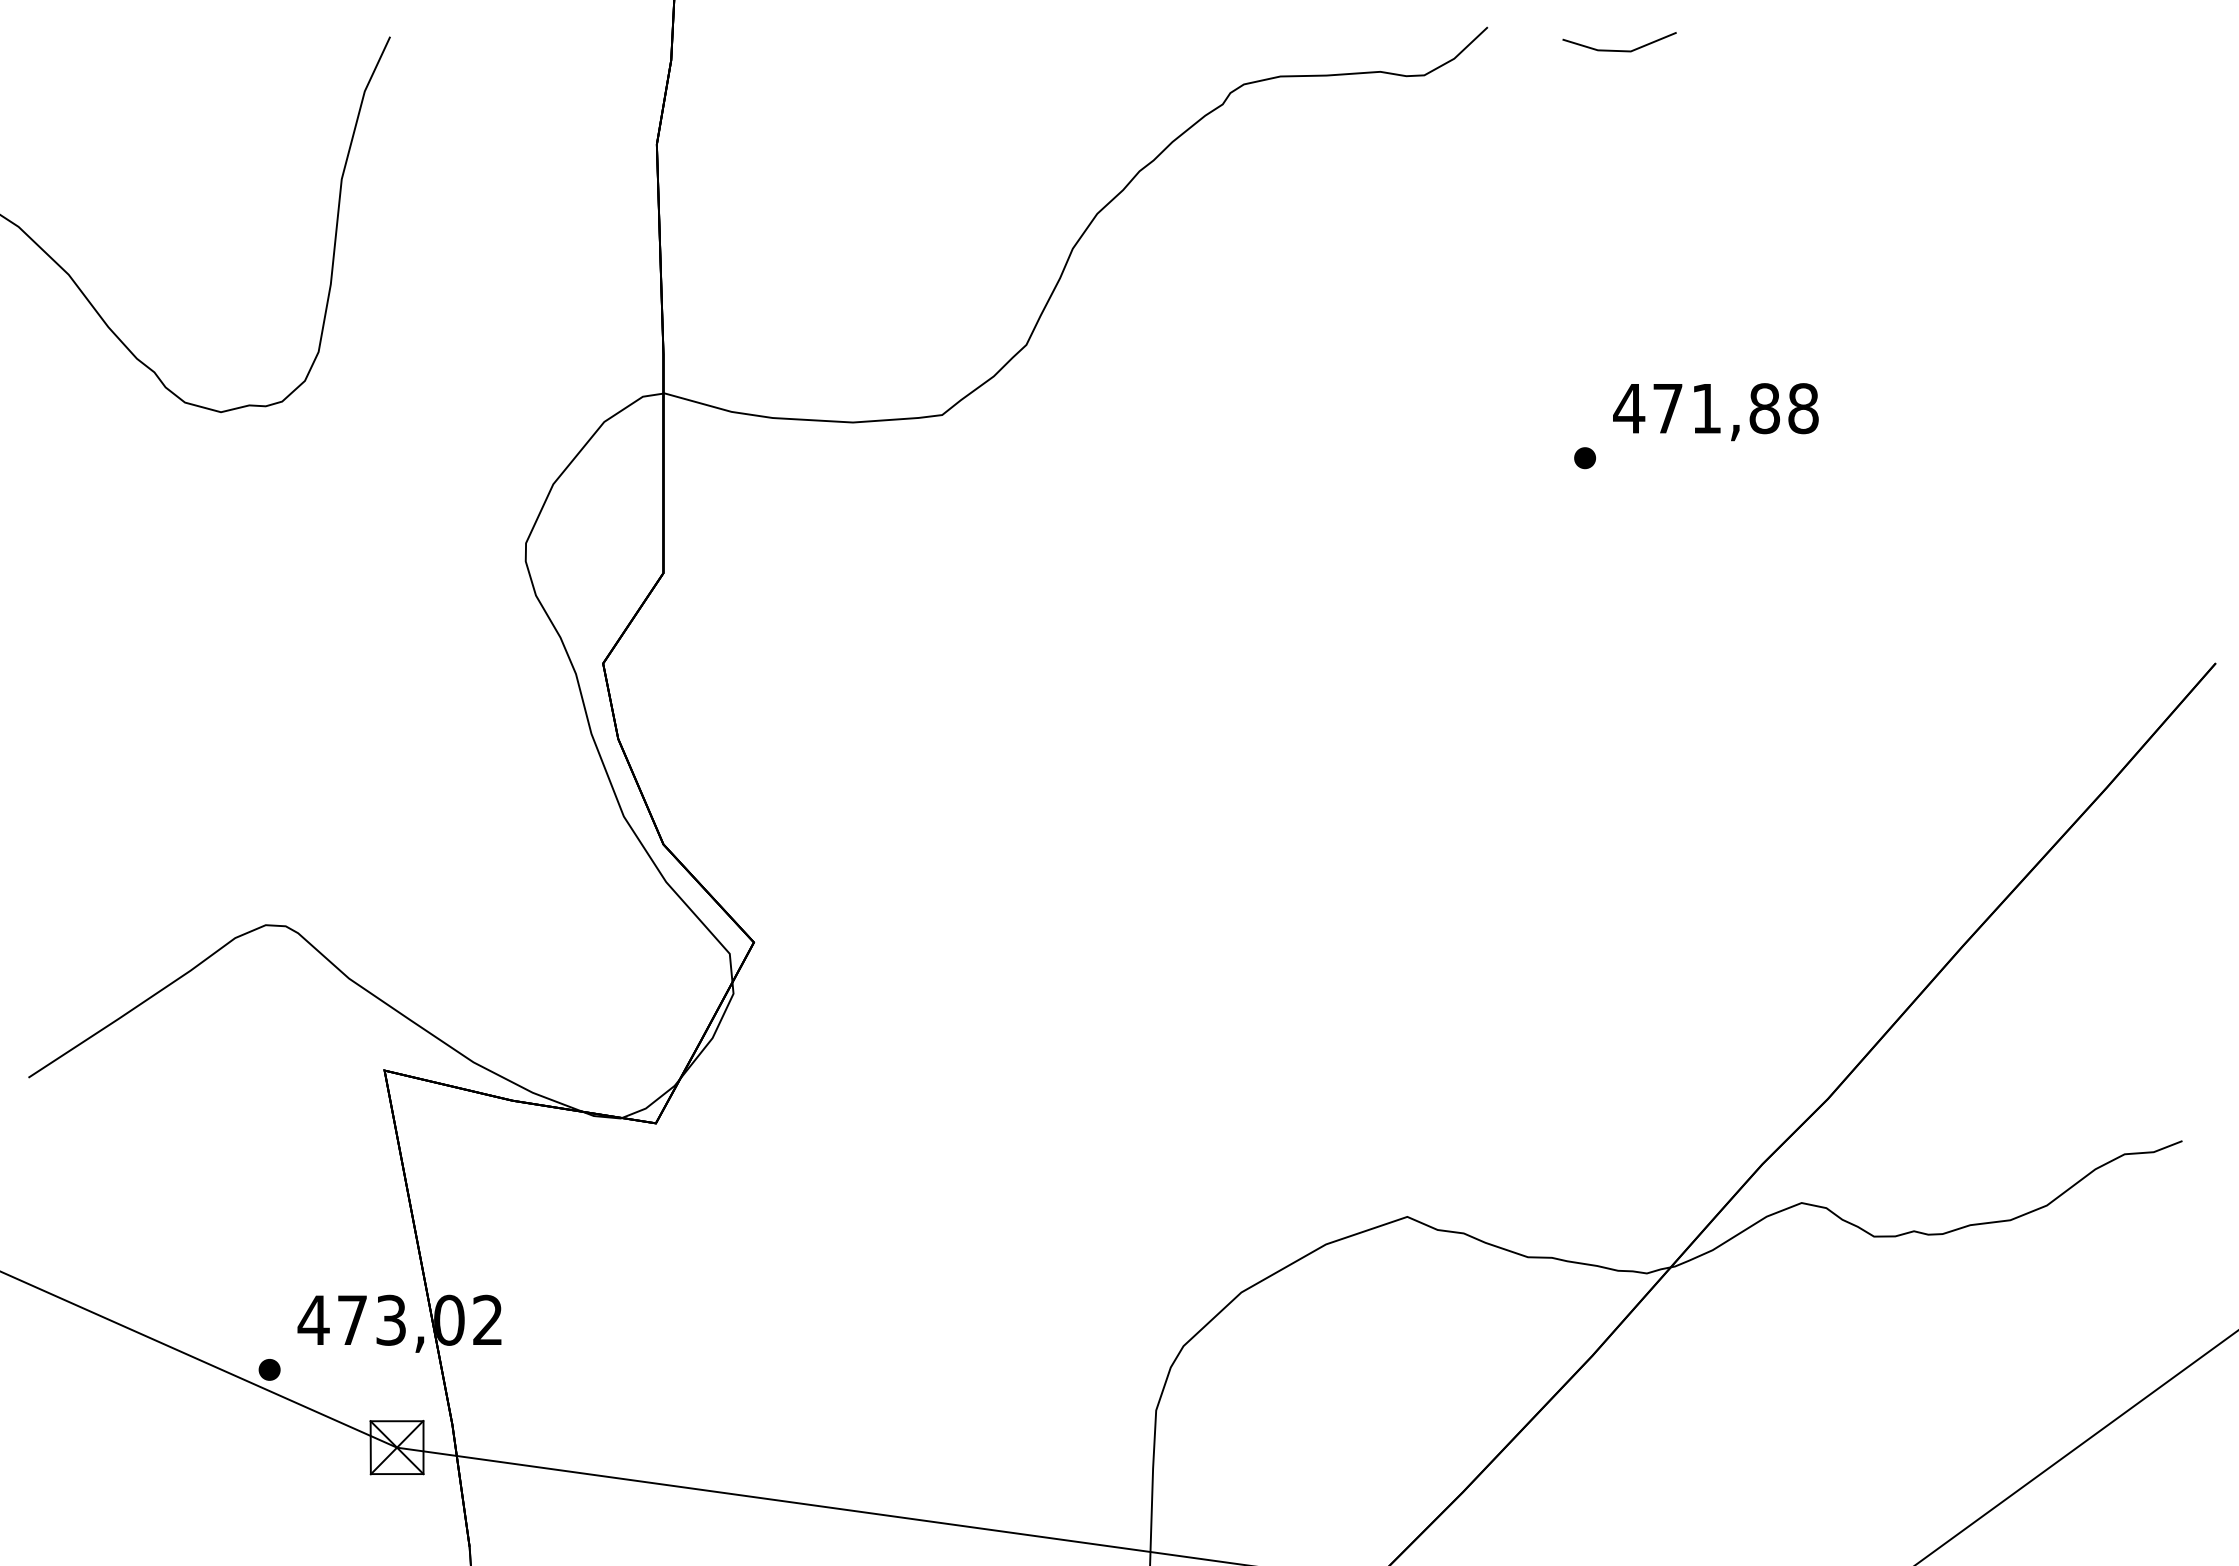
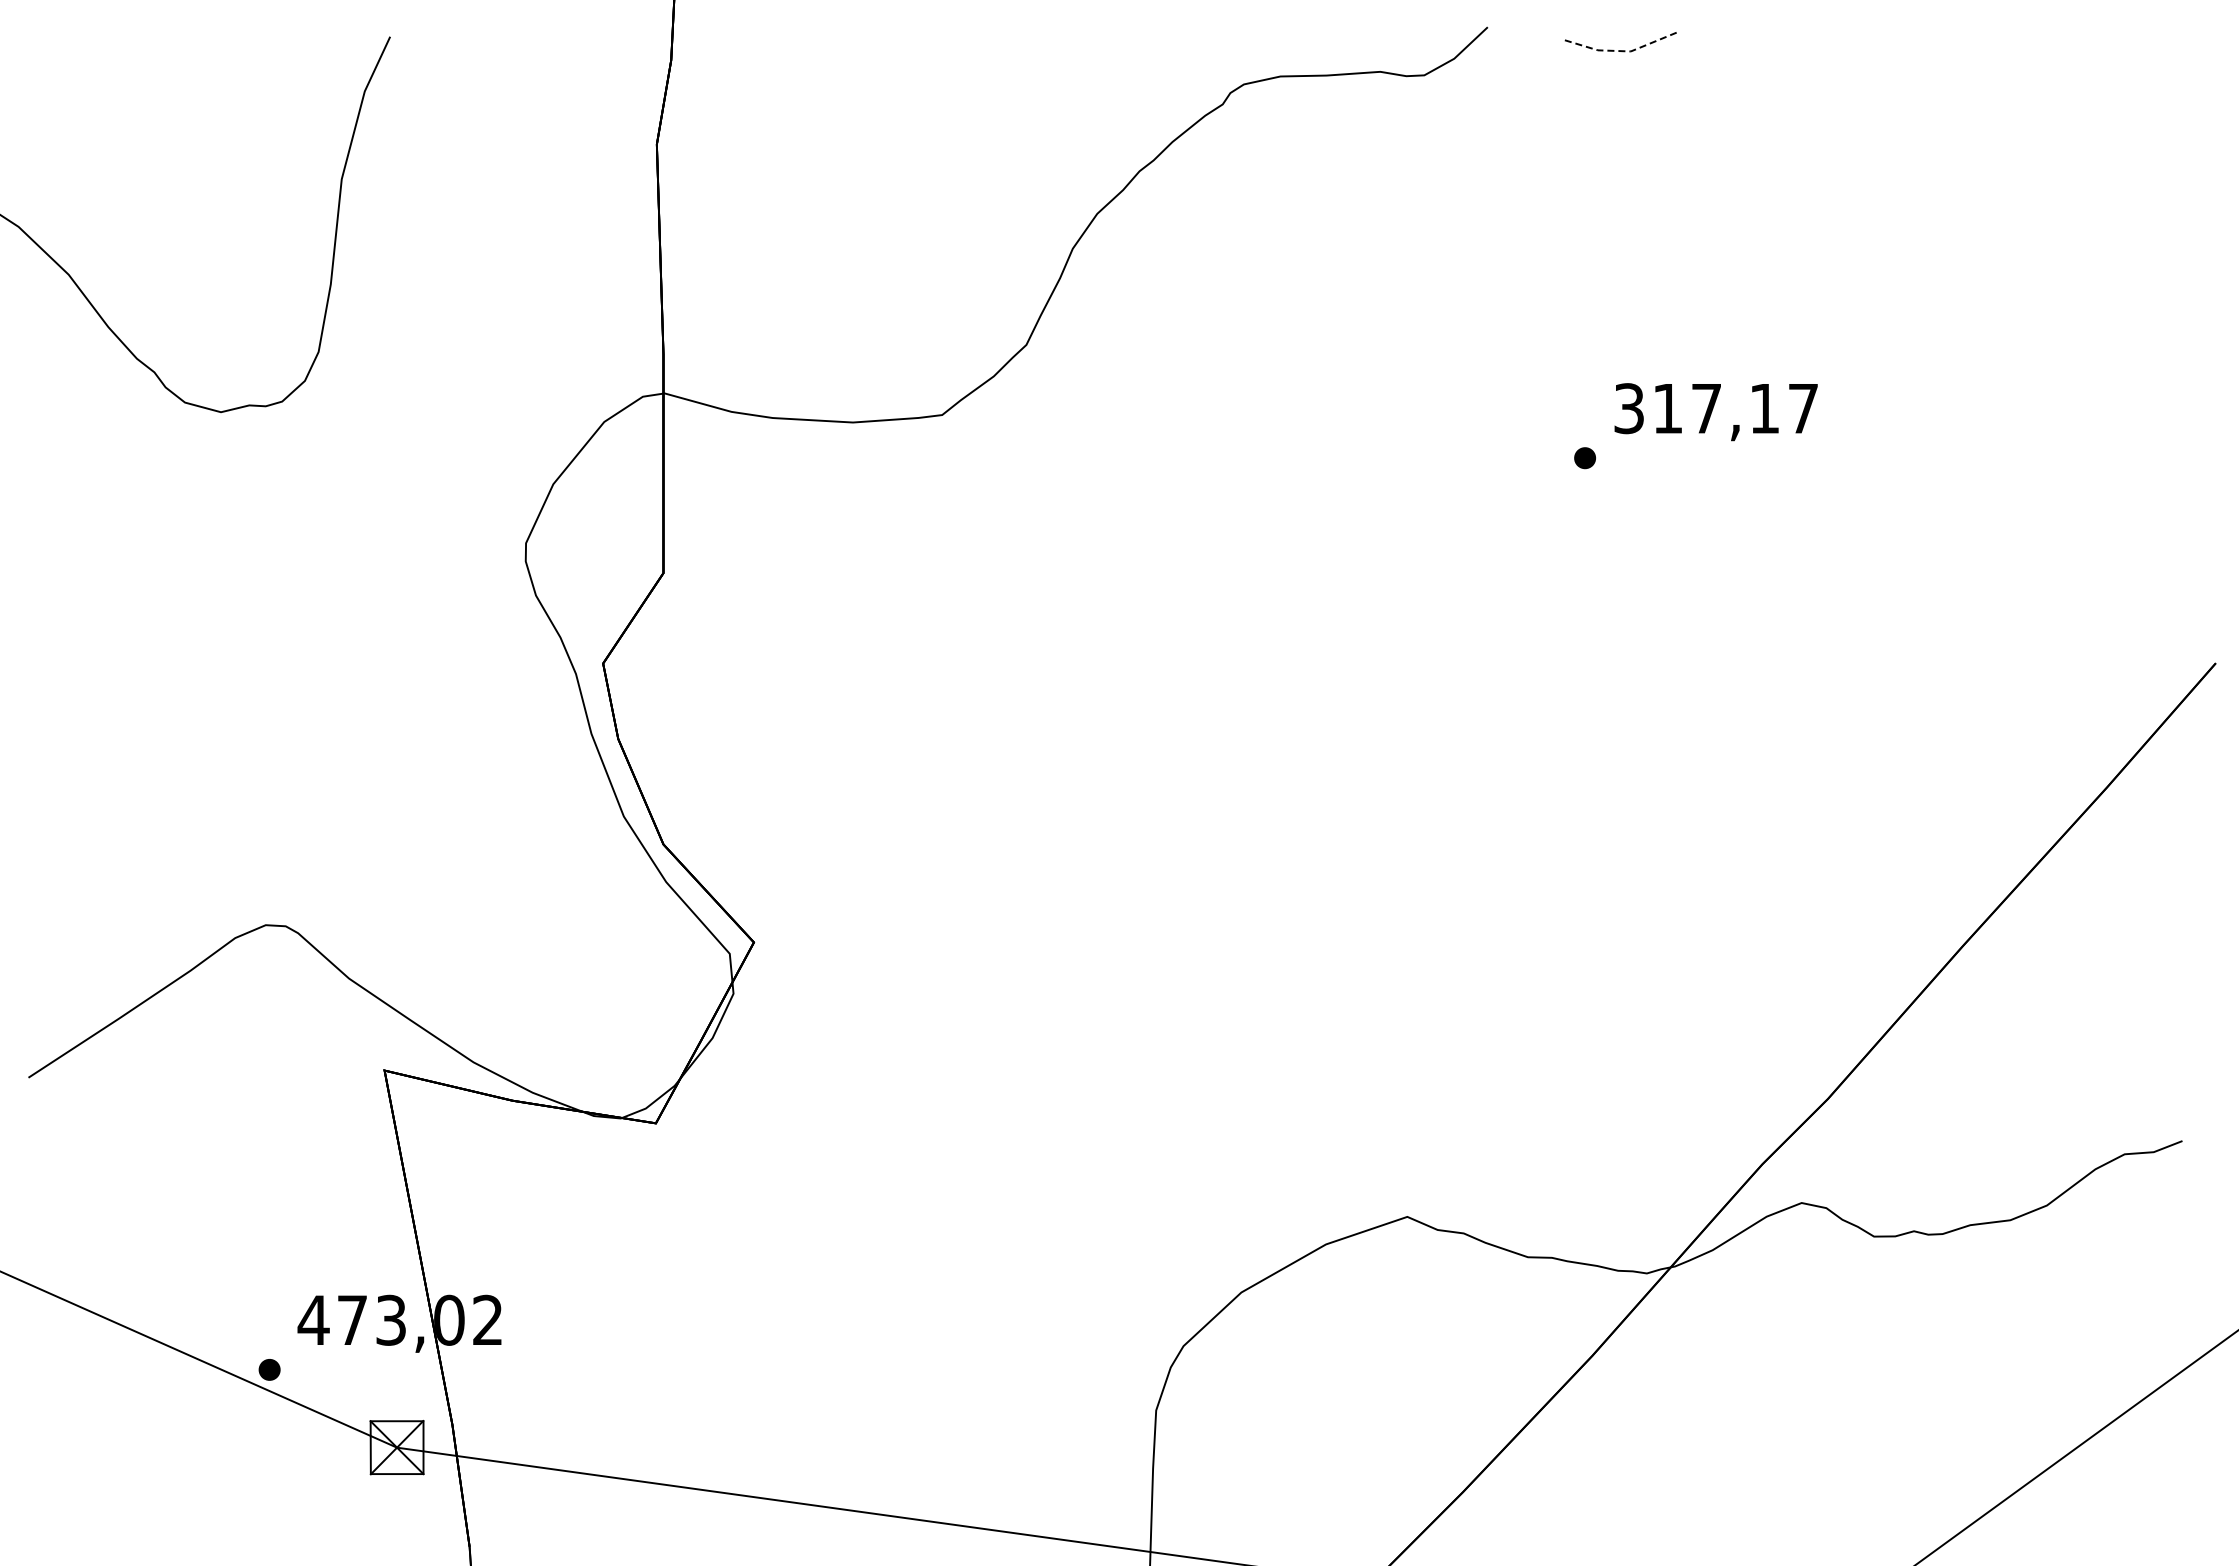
line at (1620, 51): solid -> dashed
text at (1715, 408): 471,88 -> 317,17
